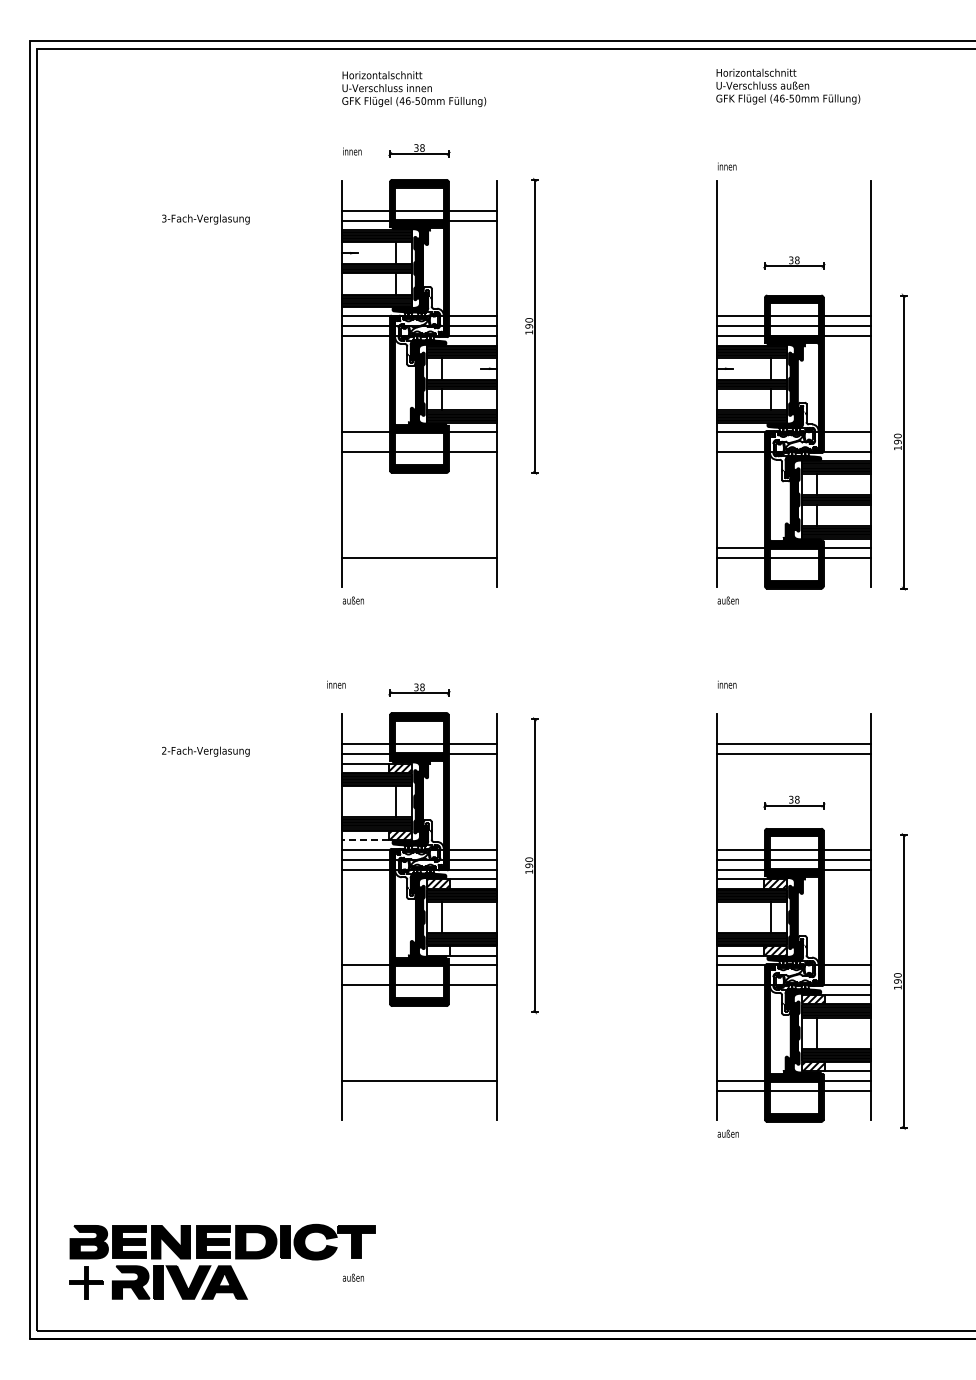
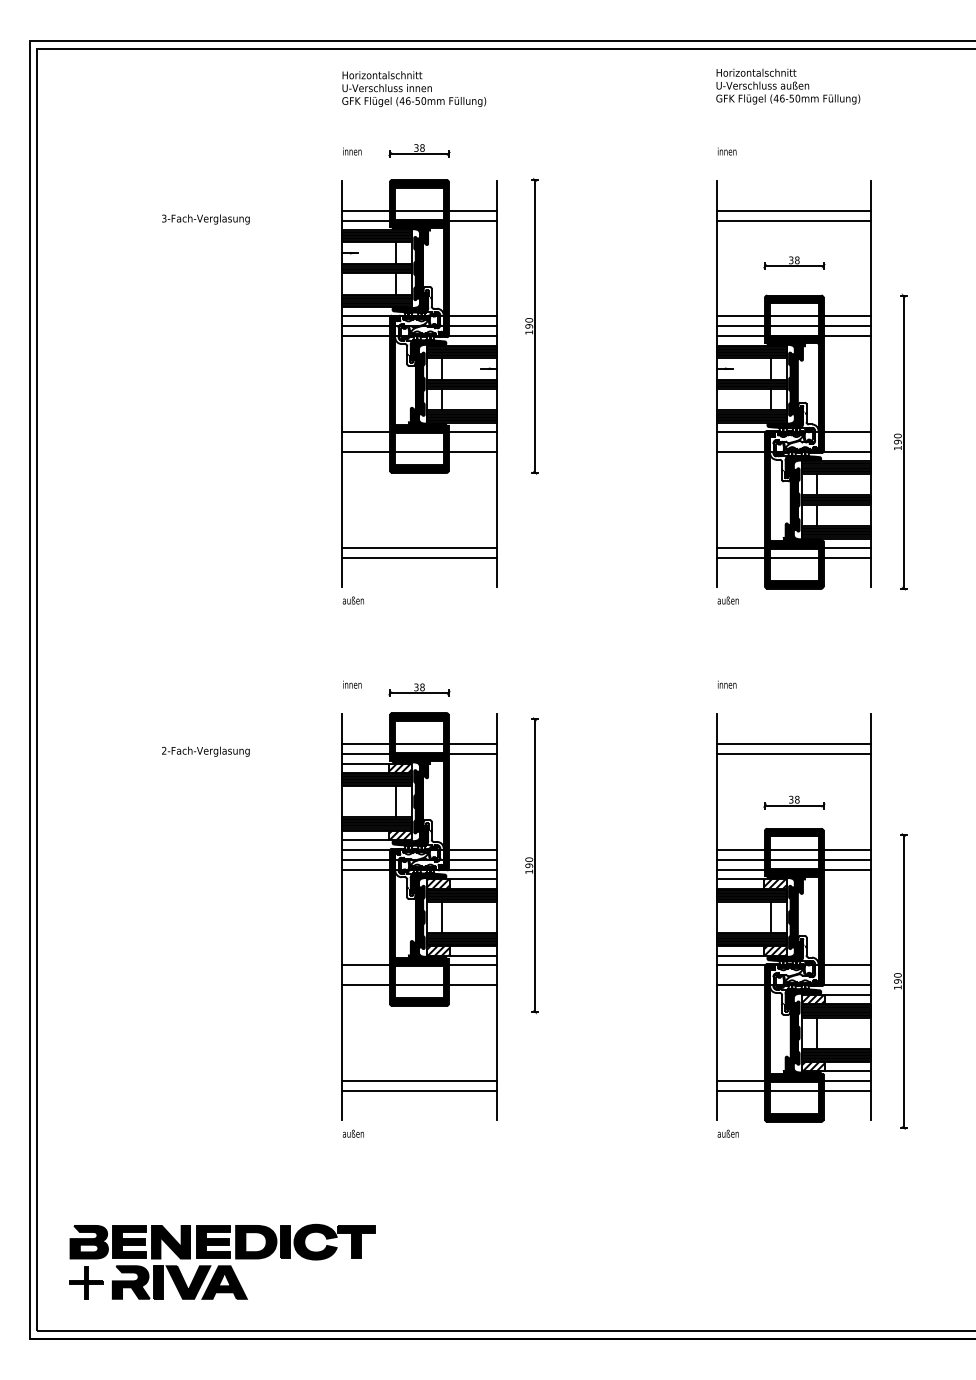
text at (727, 166) position: (727, 166) -> (727, 151)
line at (794, 210): none -> present
line at (794, 220): none -> present
line at (419, 547): none -> present
text at (336, 684) position: (336, 684) -> (352, 684)
line at (365, 839): dashed -> solid
hatch at (438, 950): none -> present
line at (419, 1090): none -> present
text at (352, 1277) position: (352, 1277) -> (352, 1133)
